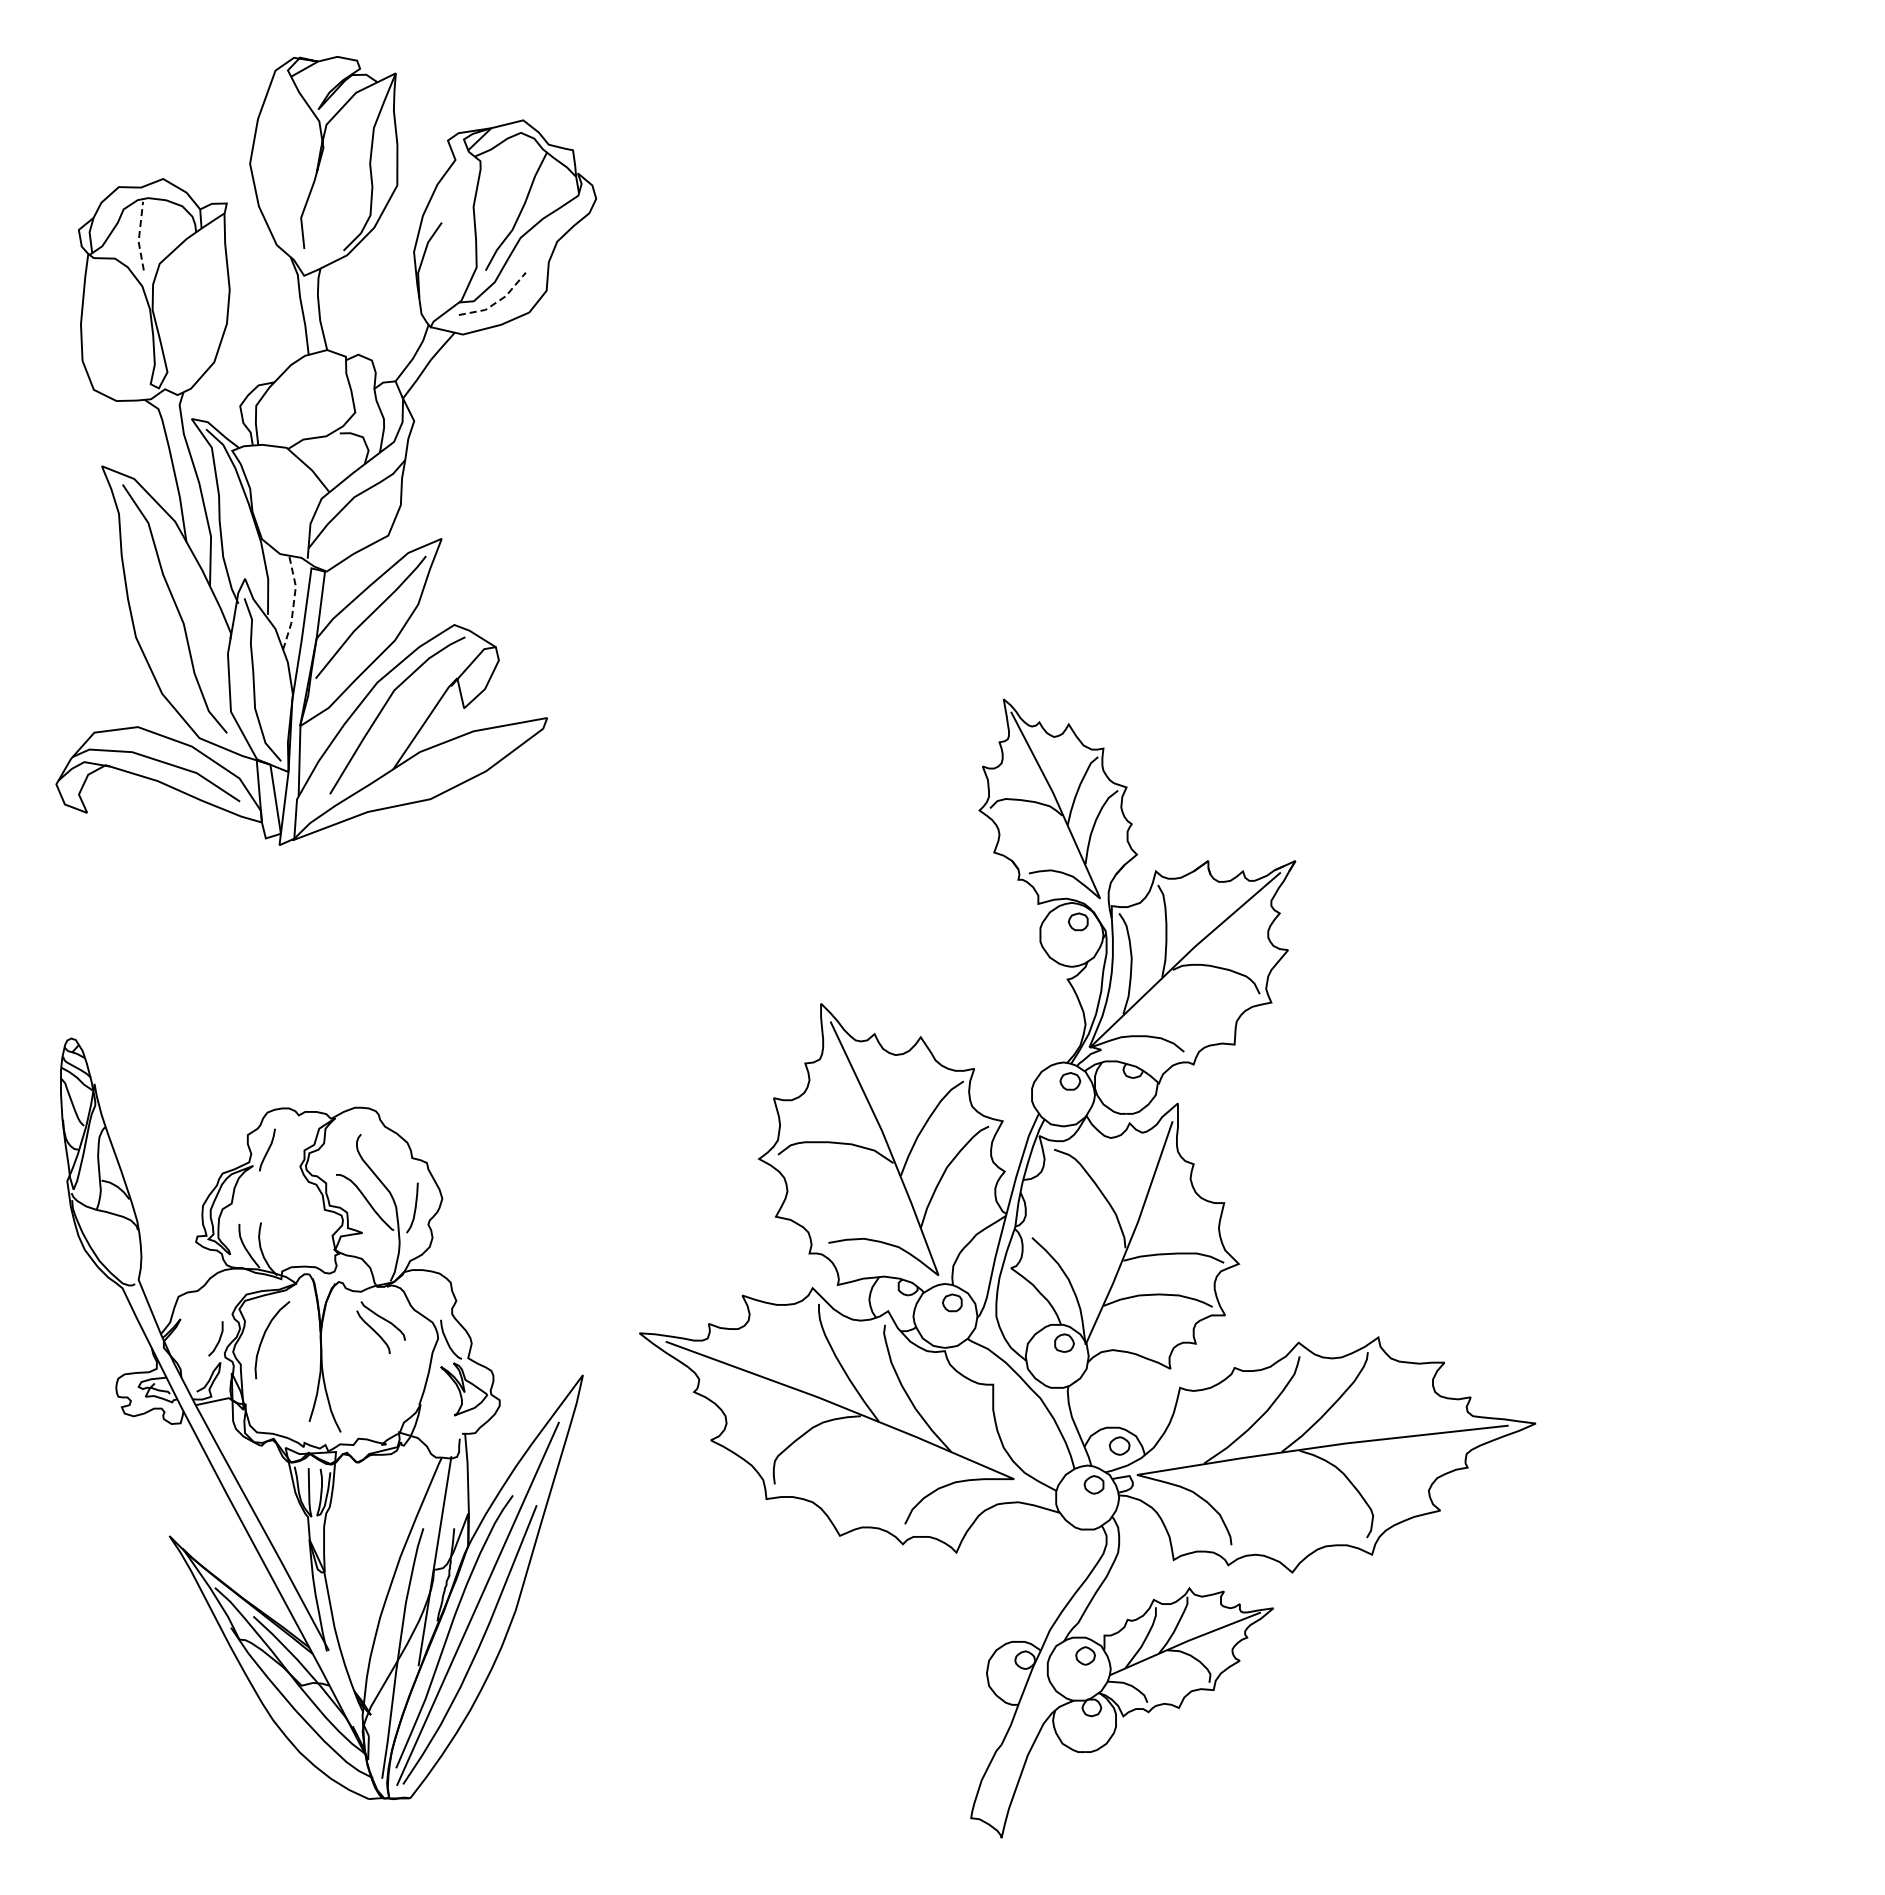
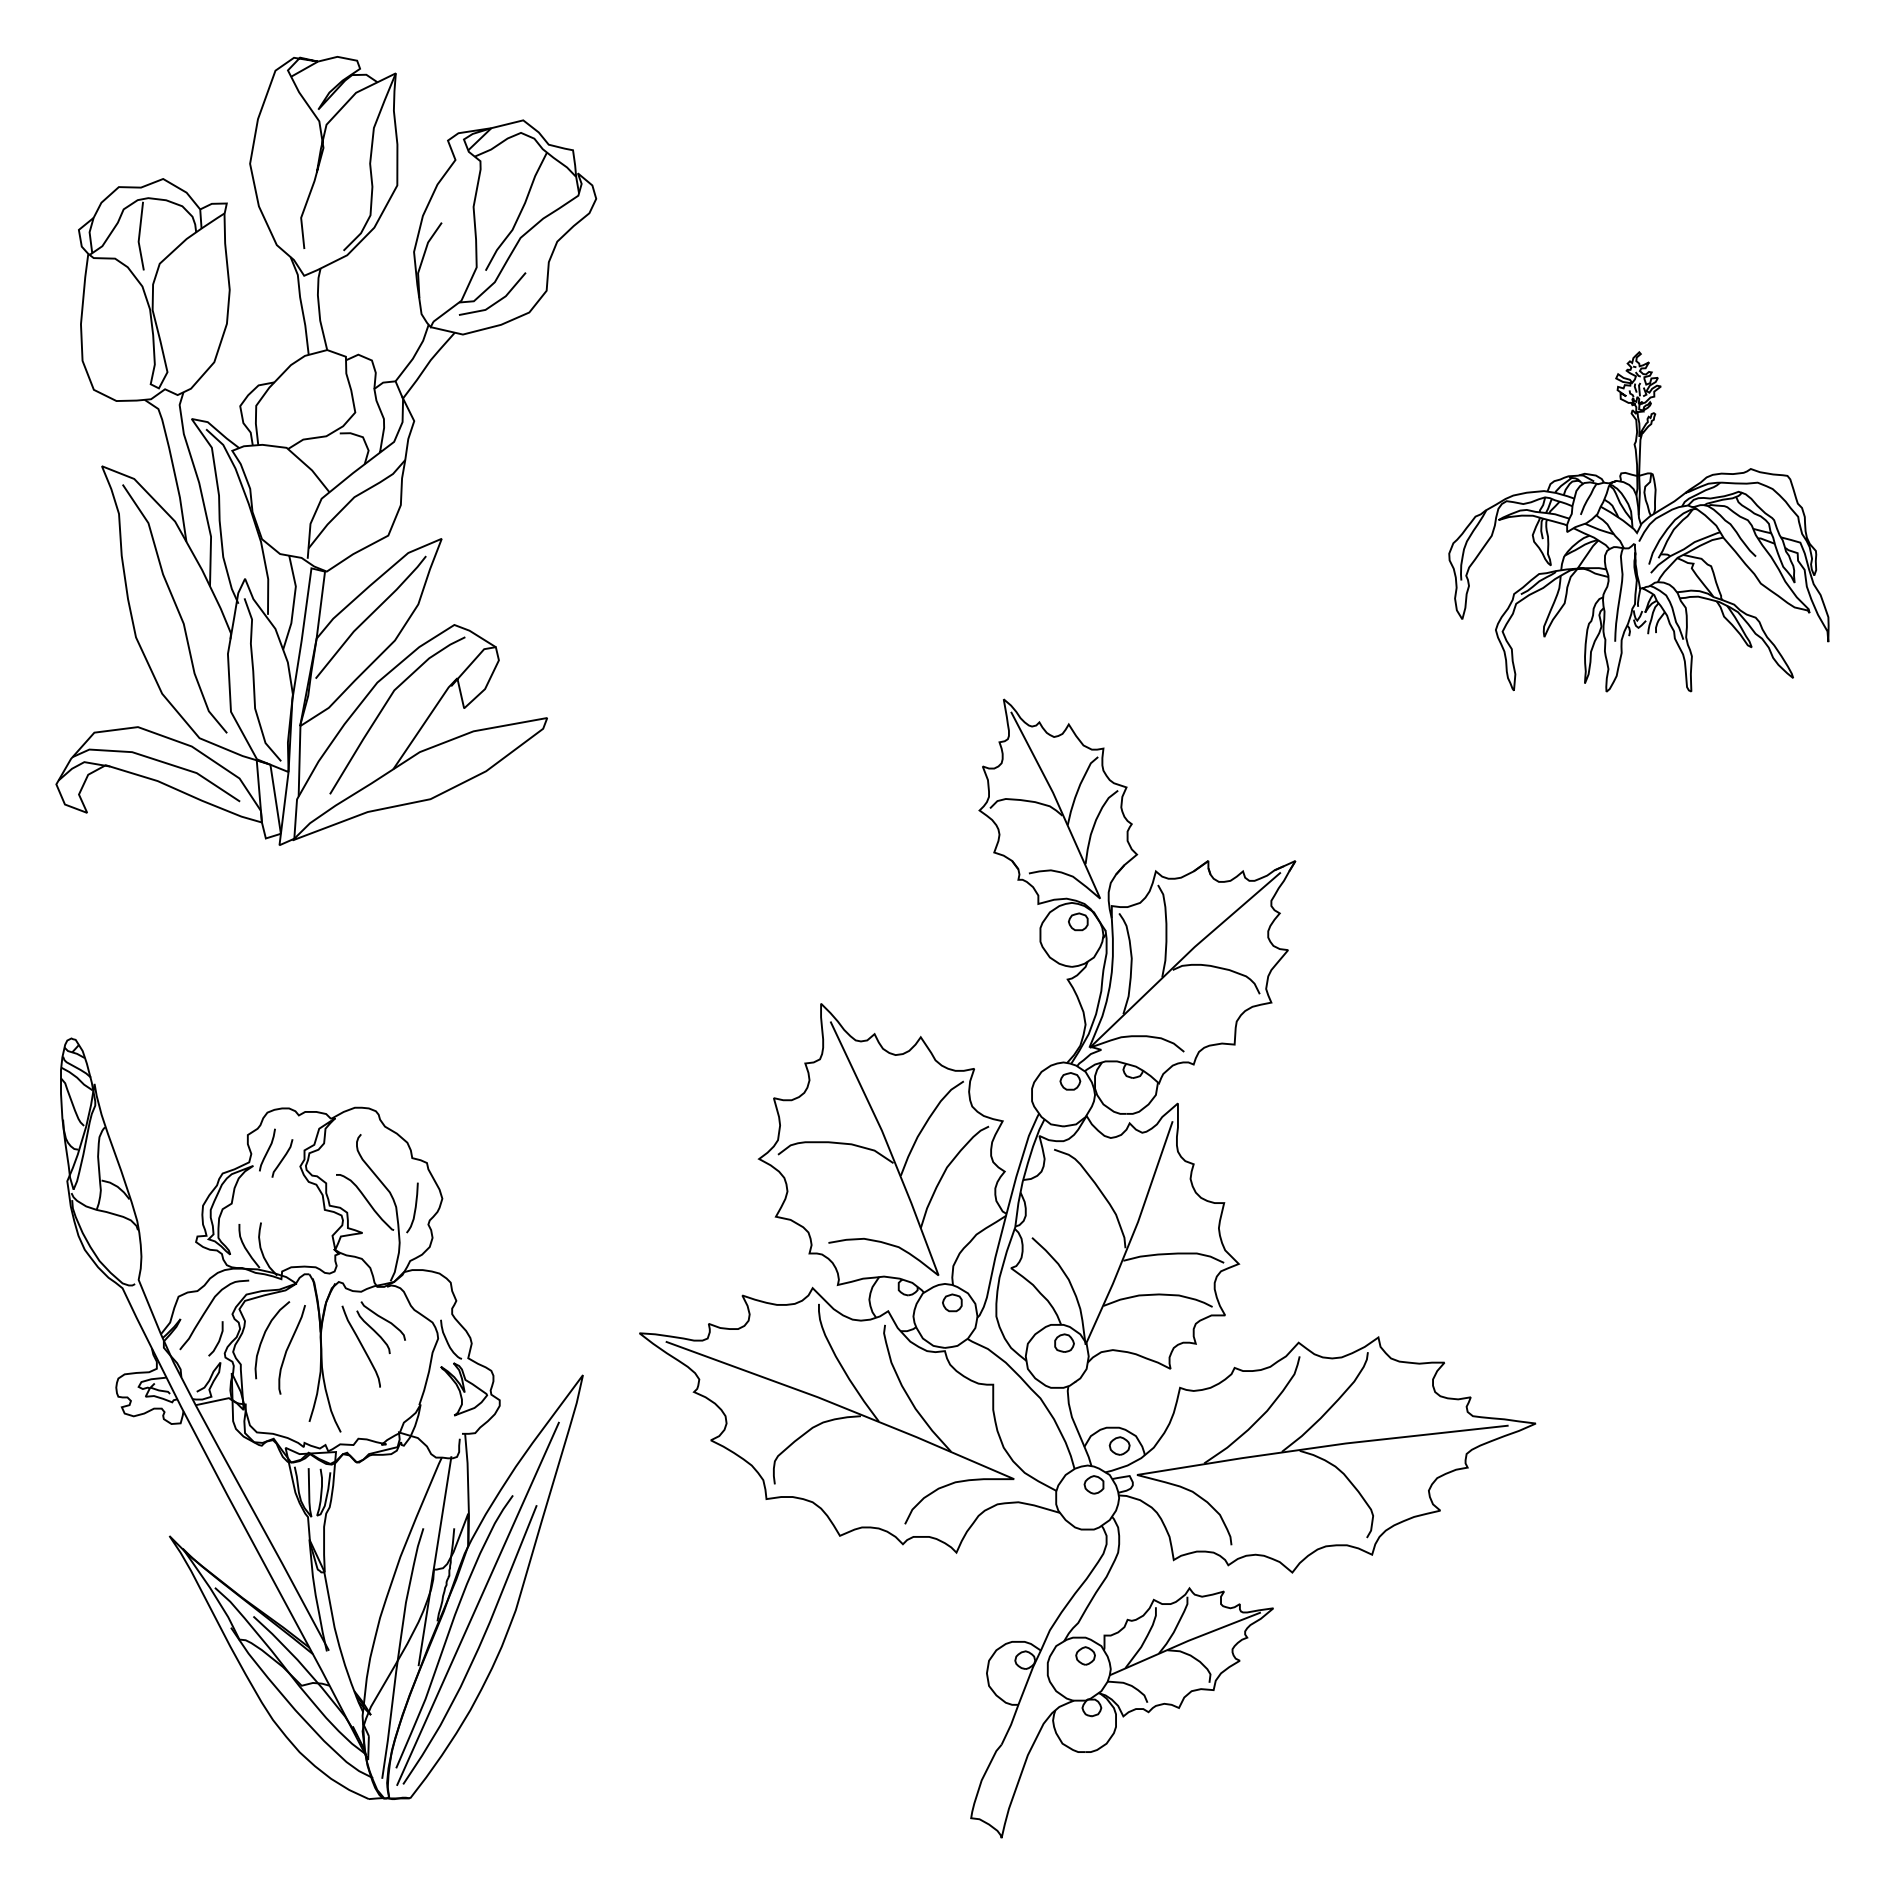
line at (139, 236): dashed -> solid
line at (496, 302): dashed -> solid
part at (1638, 521): none -> present
line at (293, 602): dashed -> solid
curve at (282, 1158): none -> present
curve at (207, 1310): none -> present
curve at (360, 1345): none -> present
curve at (288, 1349): none -> present
